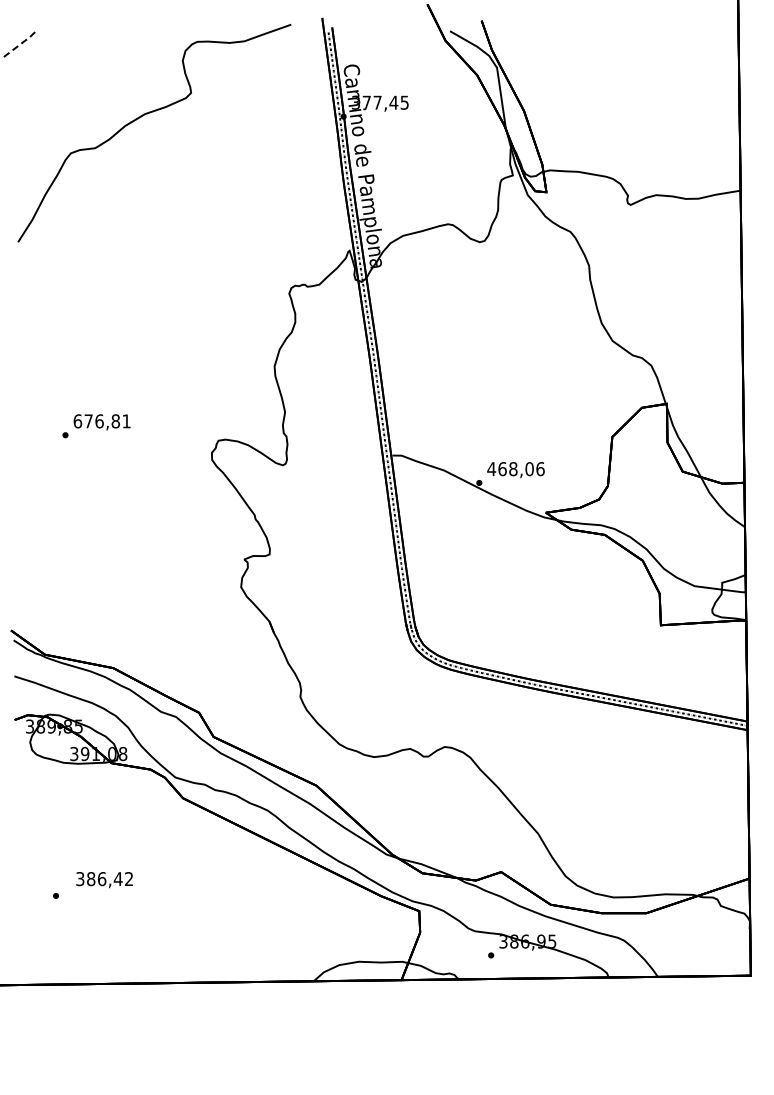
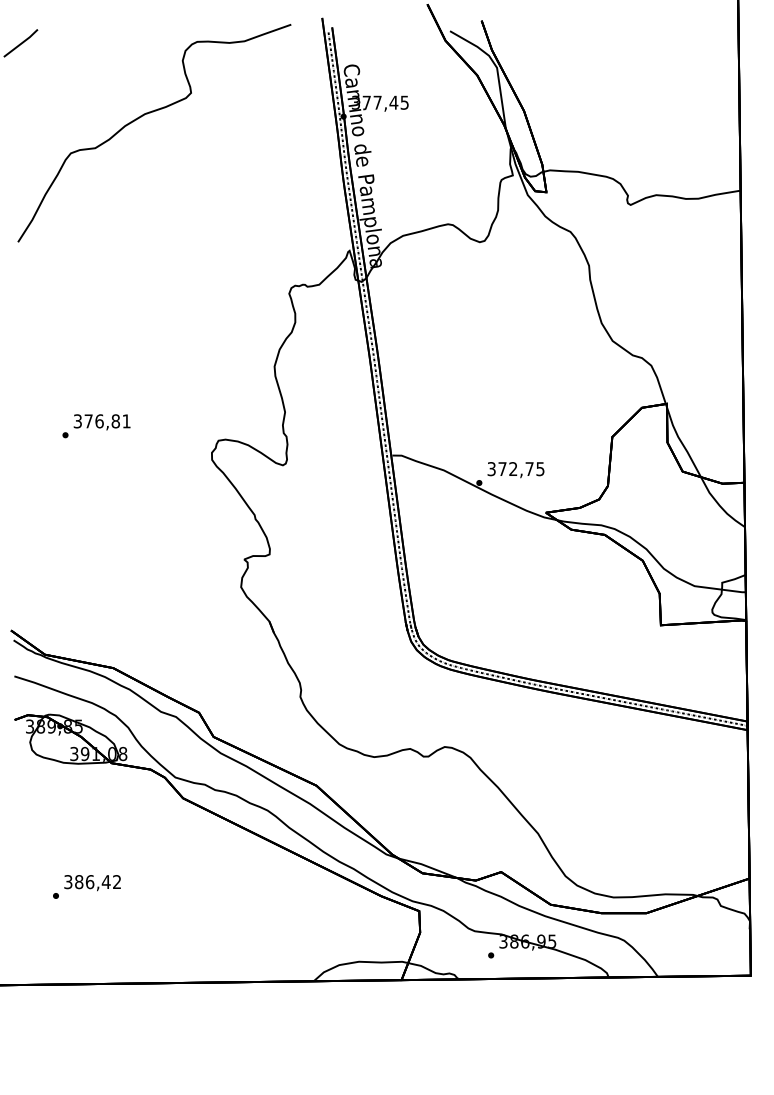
line at (21, 43): dashed -> solid
text at (77, 421): 676,81 -> 376,81
text at (515, 469): 468,06 -> 372,75
text at (104, 880) position: (104, 880) -> (92, 883)
